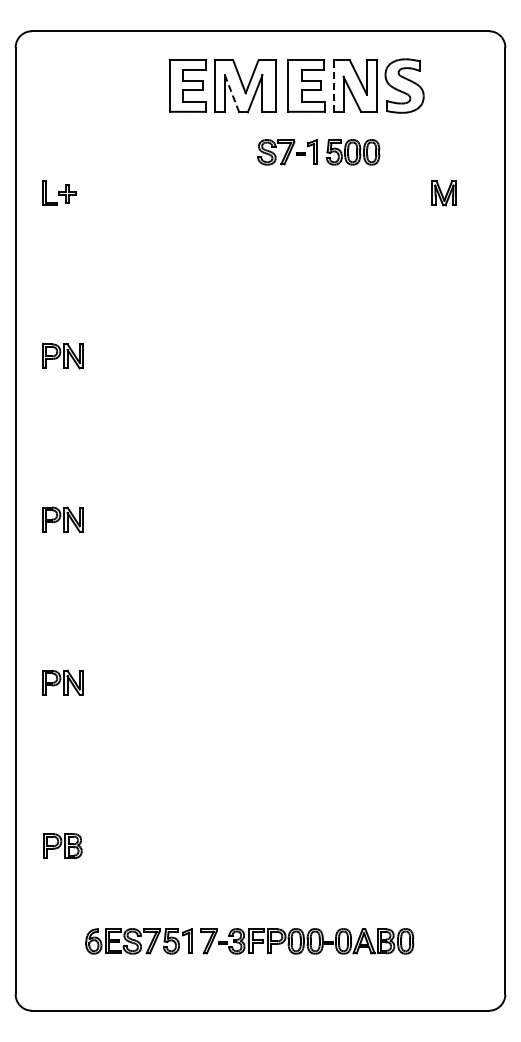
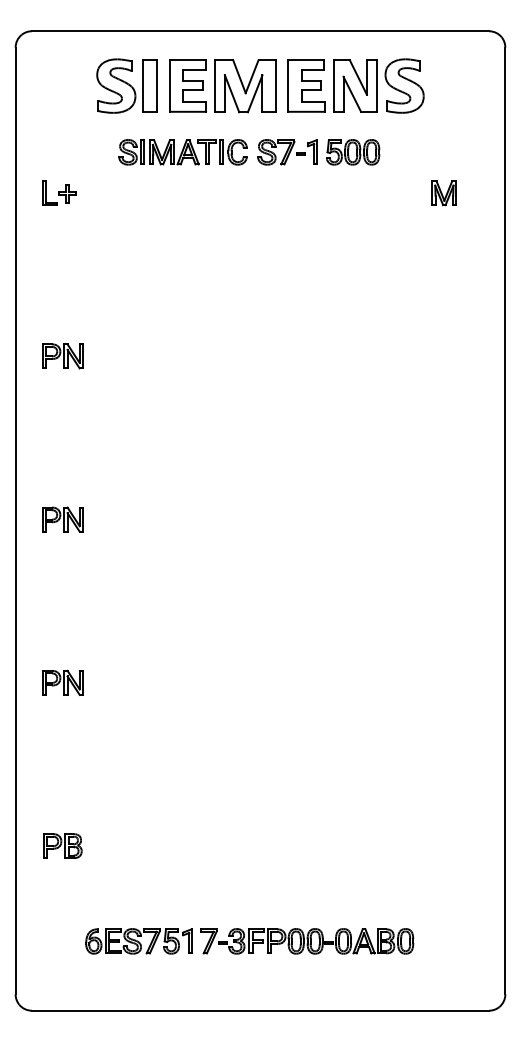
part at (126, 85): none -> present
line at (333, 86): dashed -> solid
line at (232, 93): dashed -> solid
part at (182, 152): none -> present
